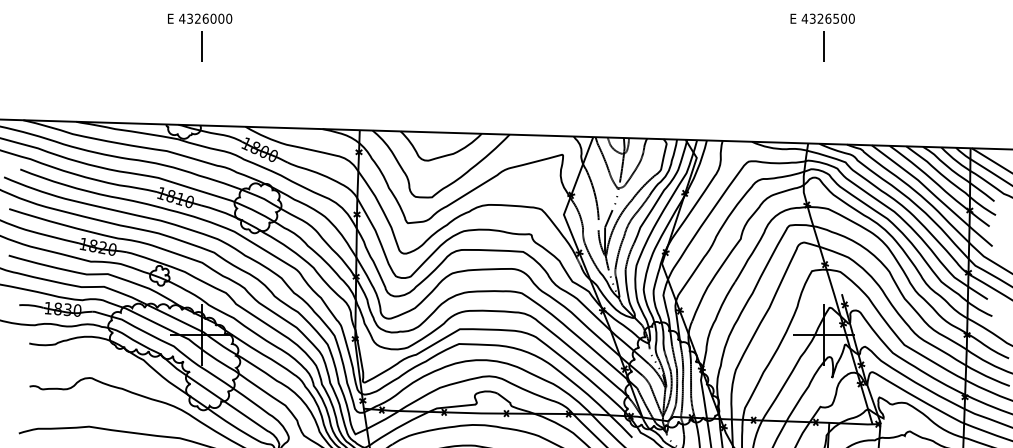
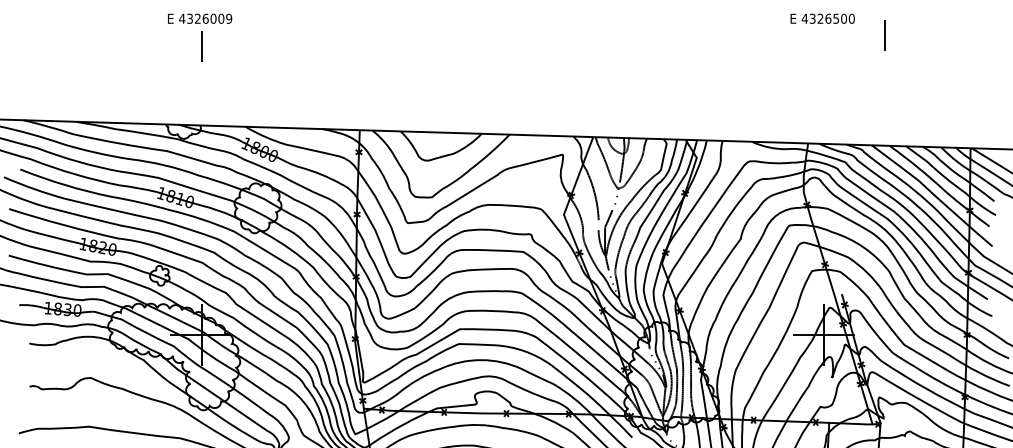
text at (229, 18): 4326000 -> 4326009
line at (823, 46) position: (823, 46) -> (884, 35)
